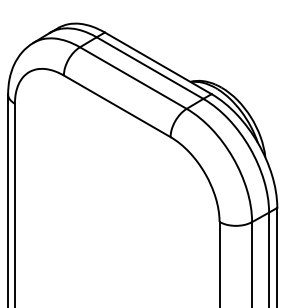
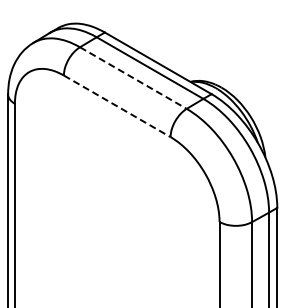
line at (133, 78): solid -> dashed
line at (117, 106): solid -> dashed
